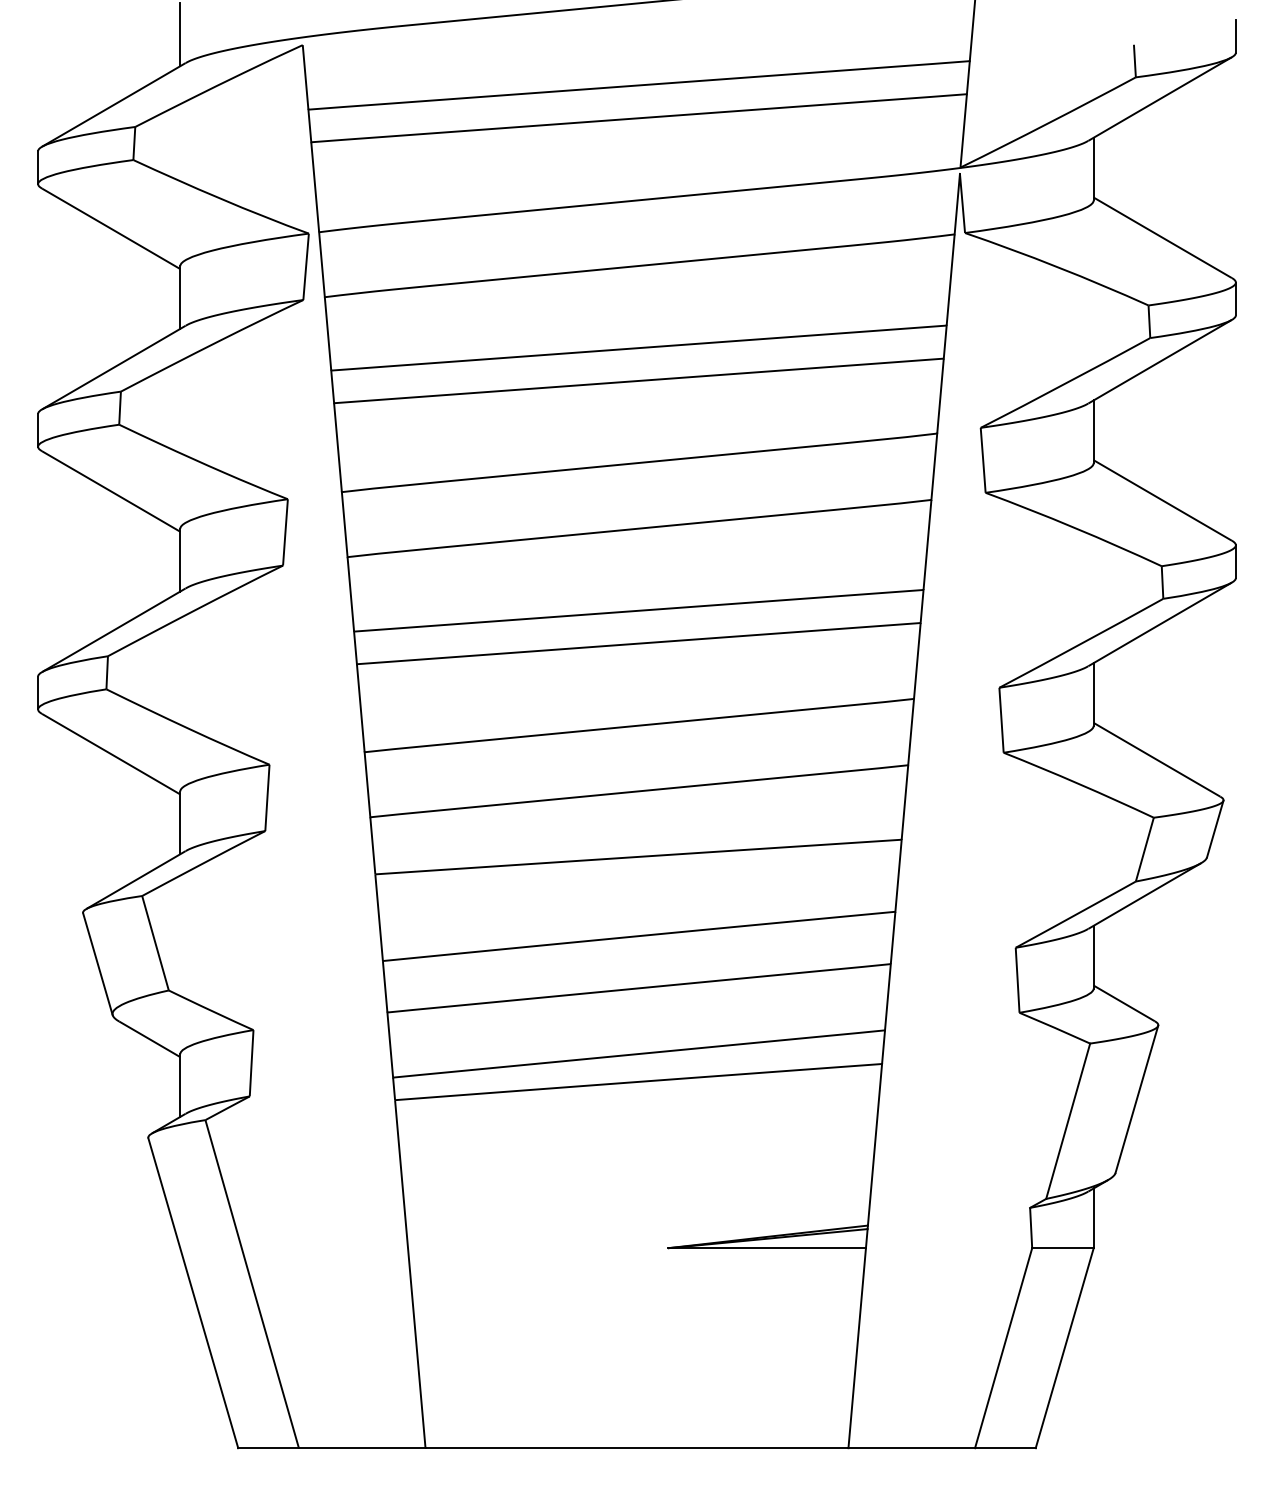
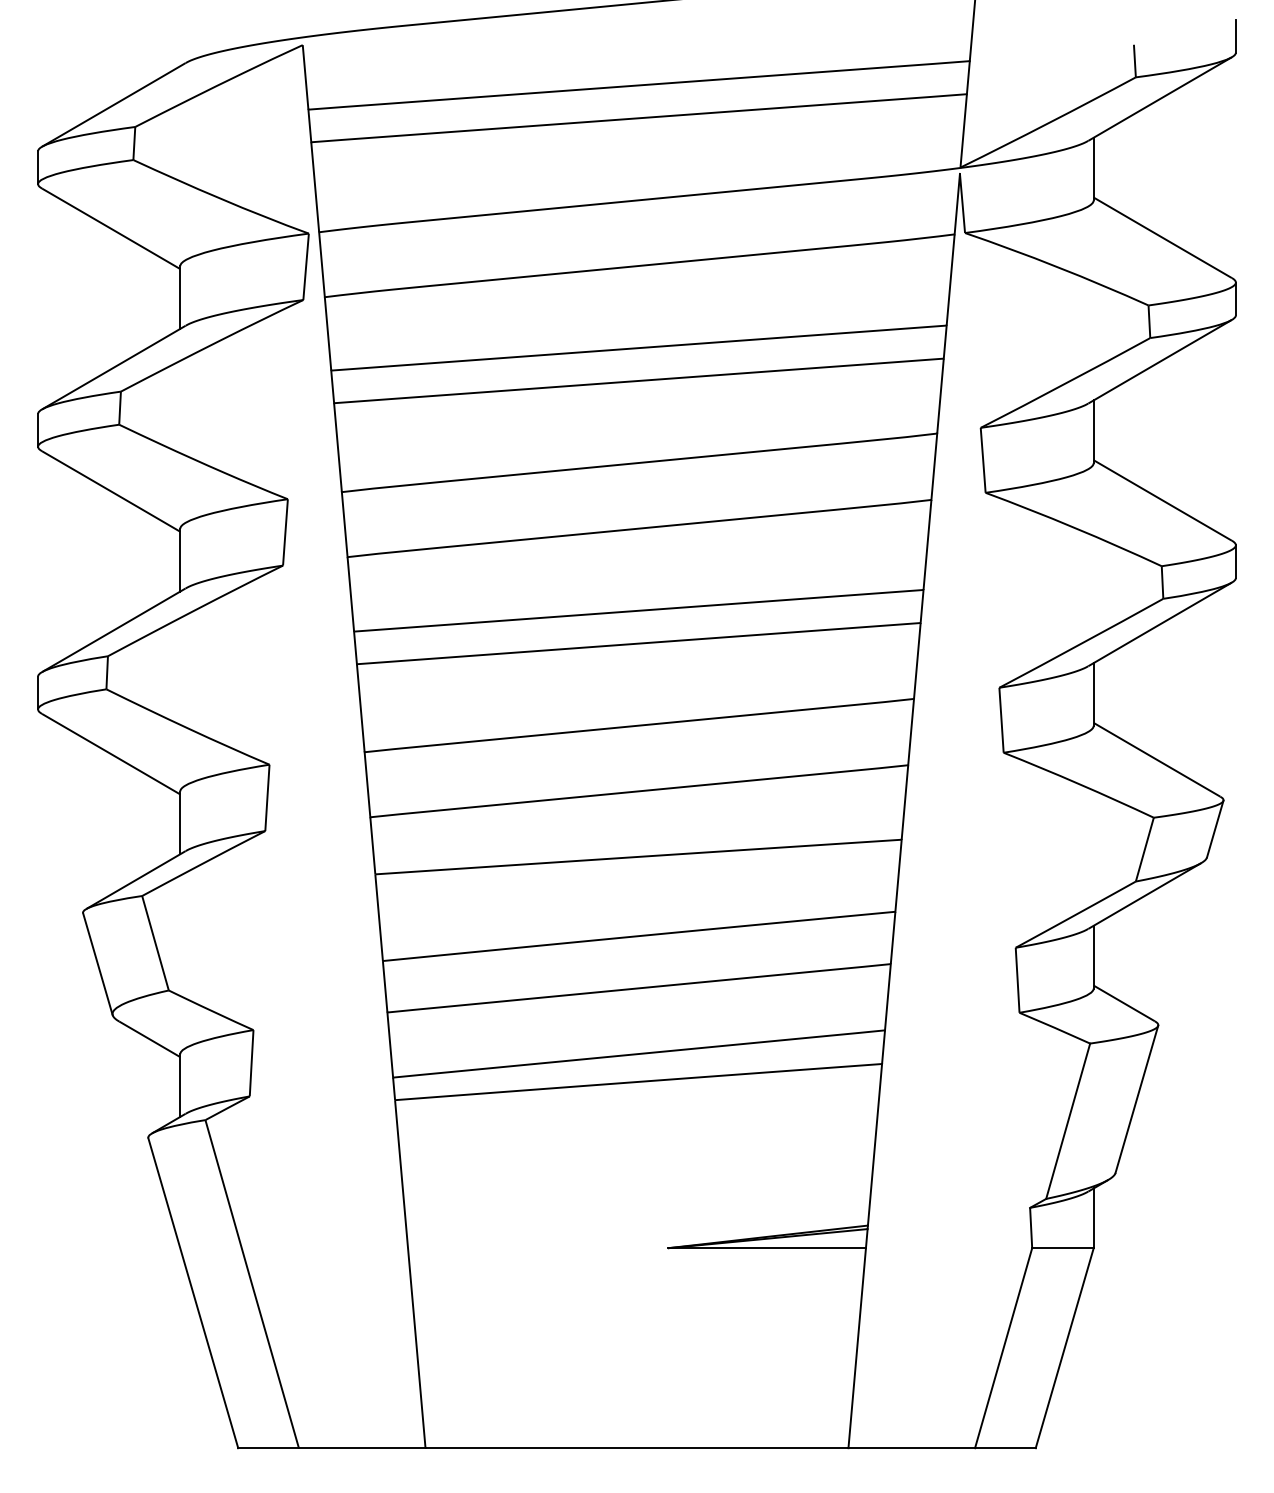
line at (180, 34): present -> none
